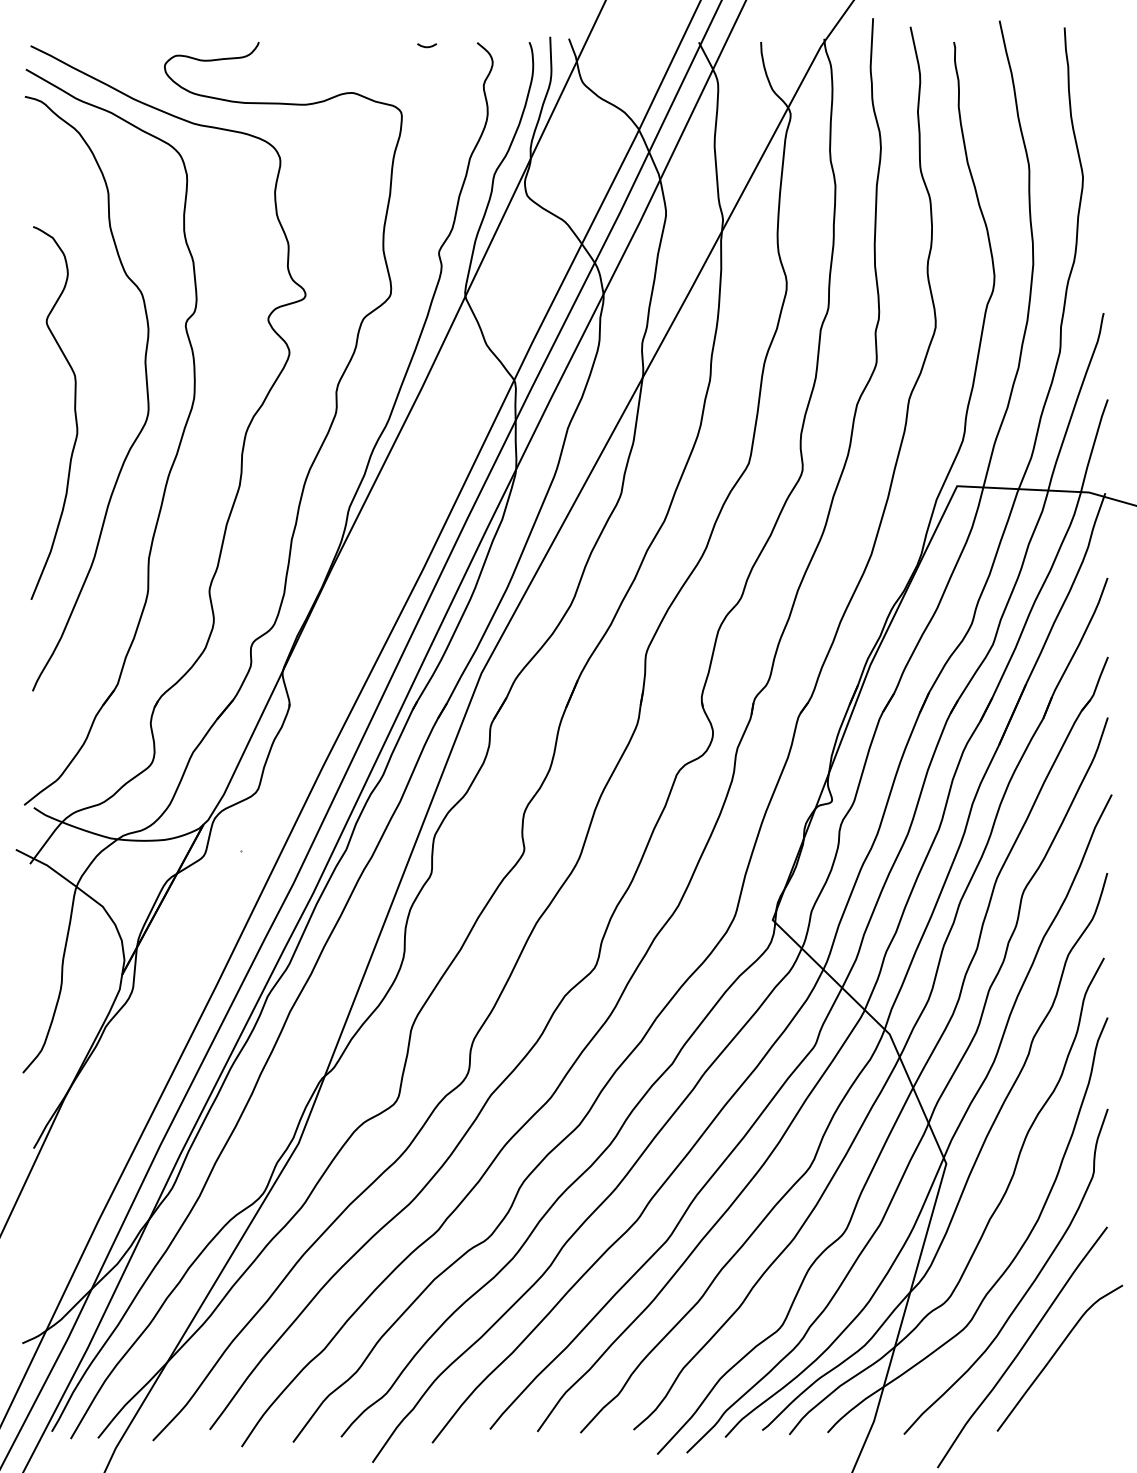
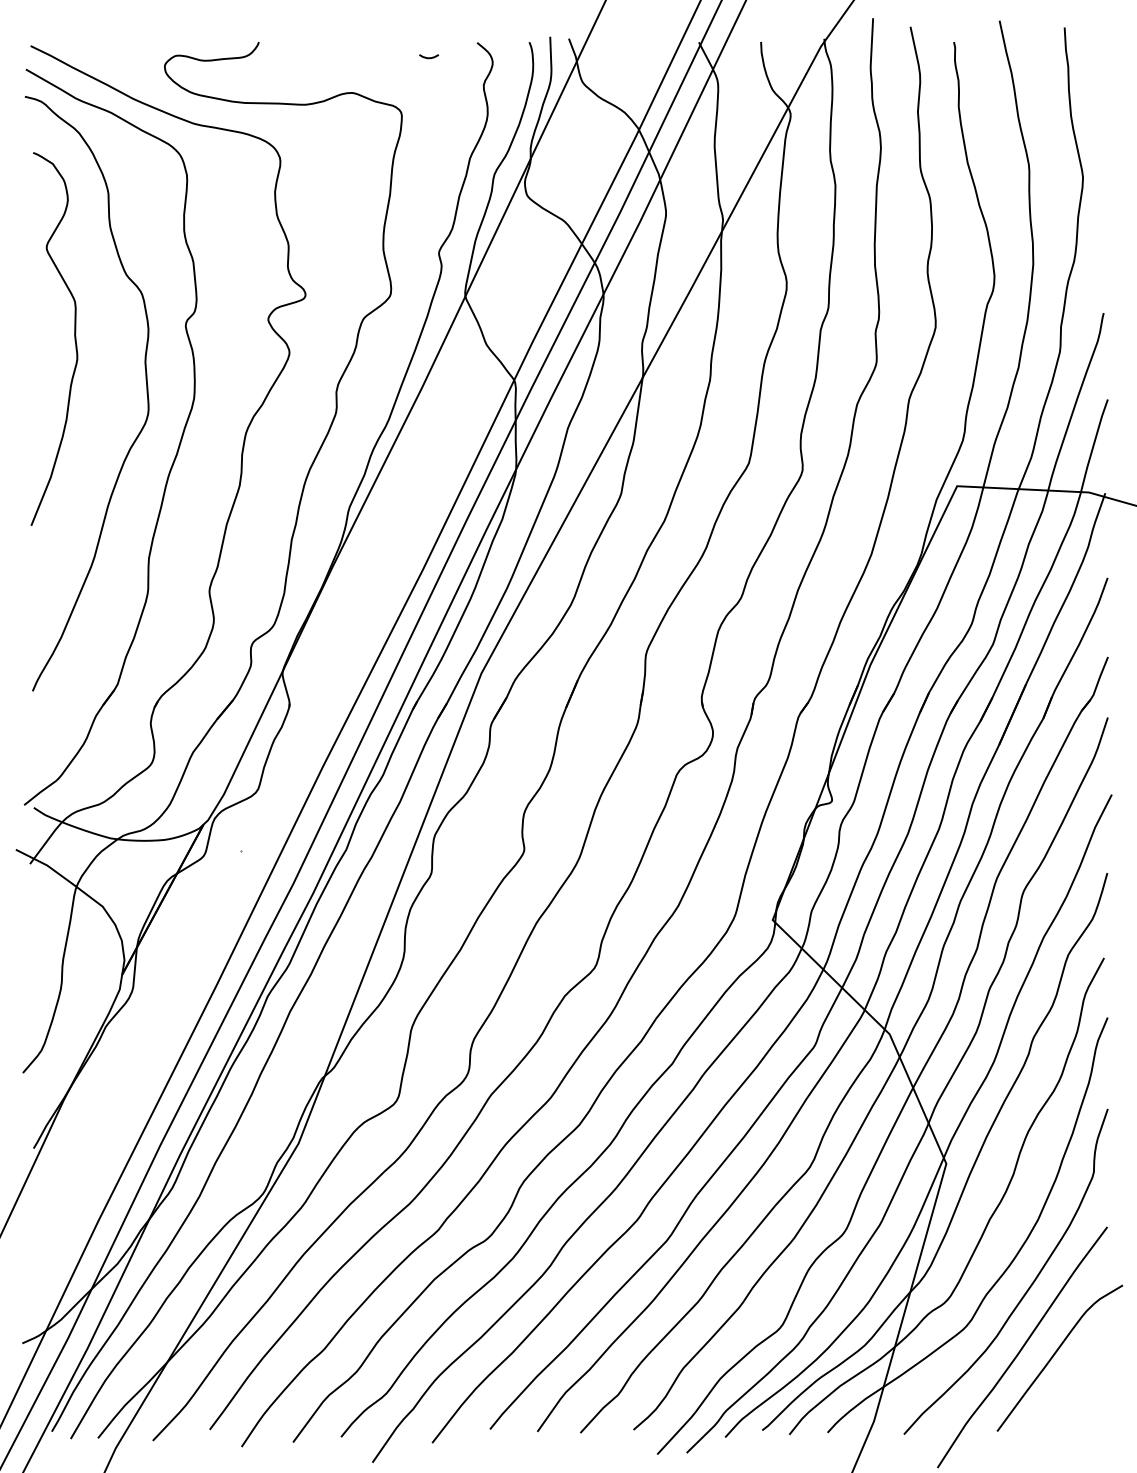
curve at (426, 46) position: (426, 46) -> (428, 57)
curve at (74, 412) position: (74, 412) -> (74, 338)
